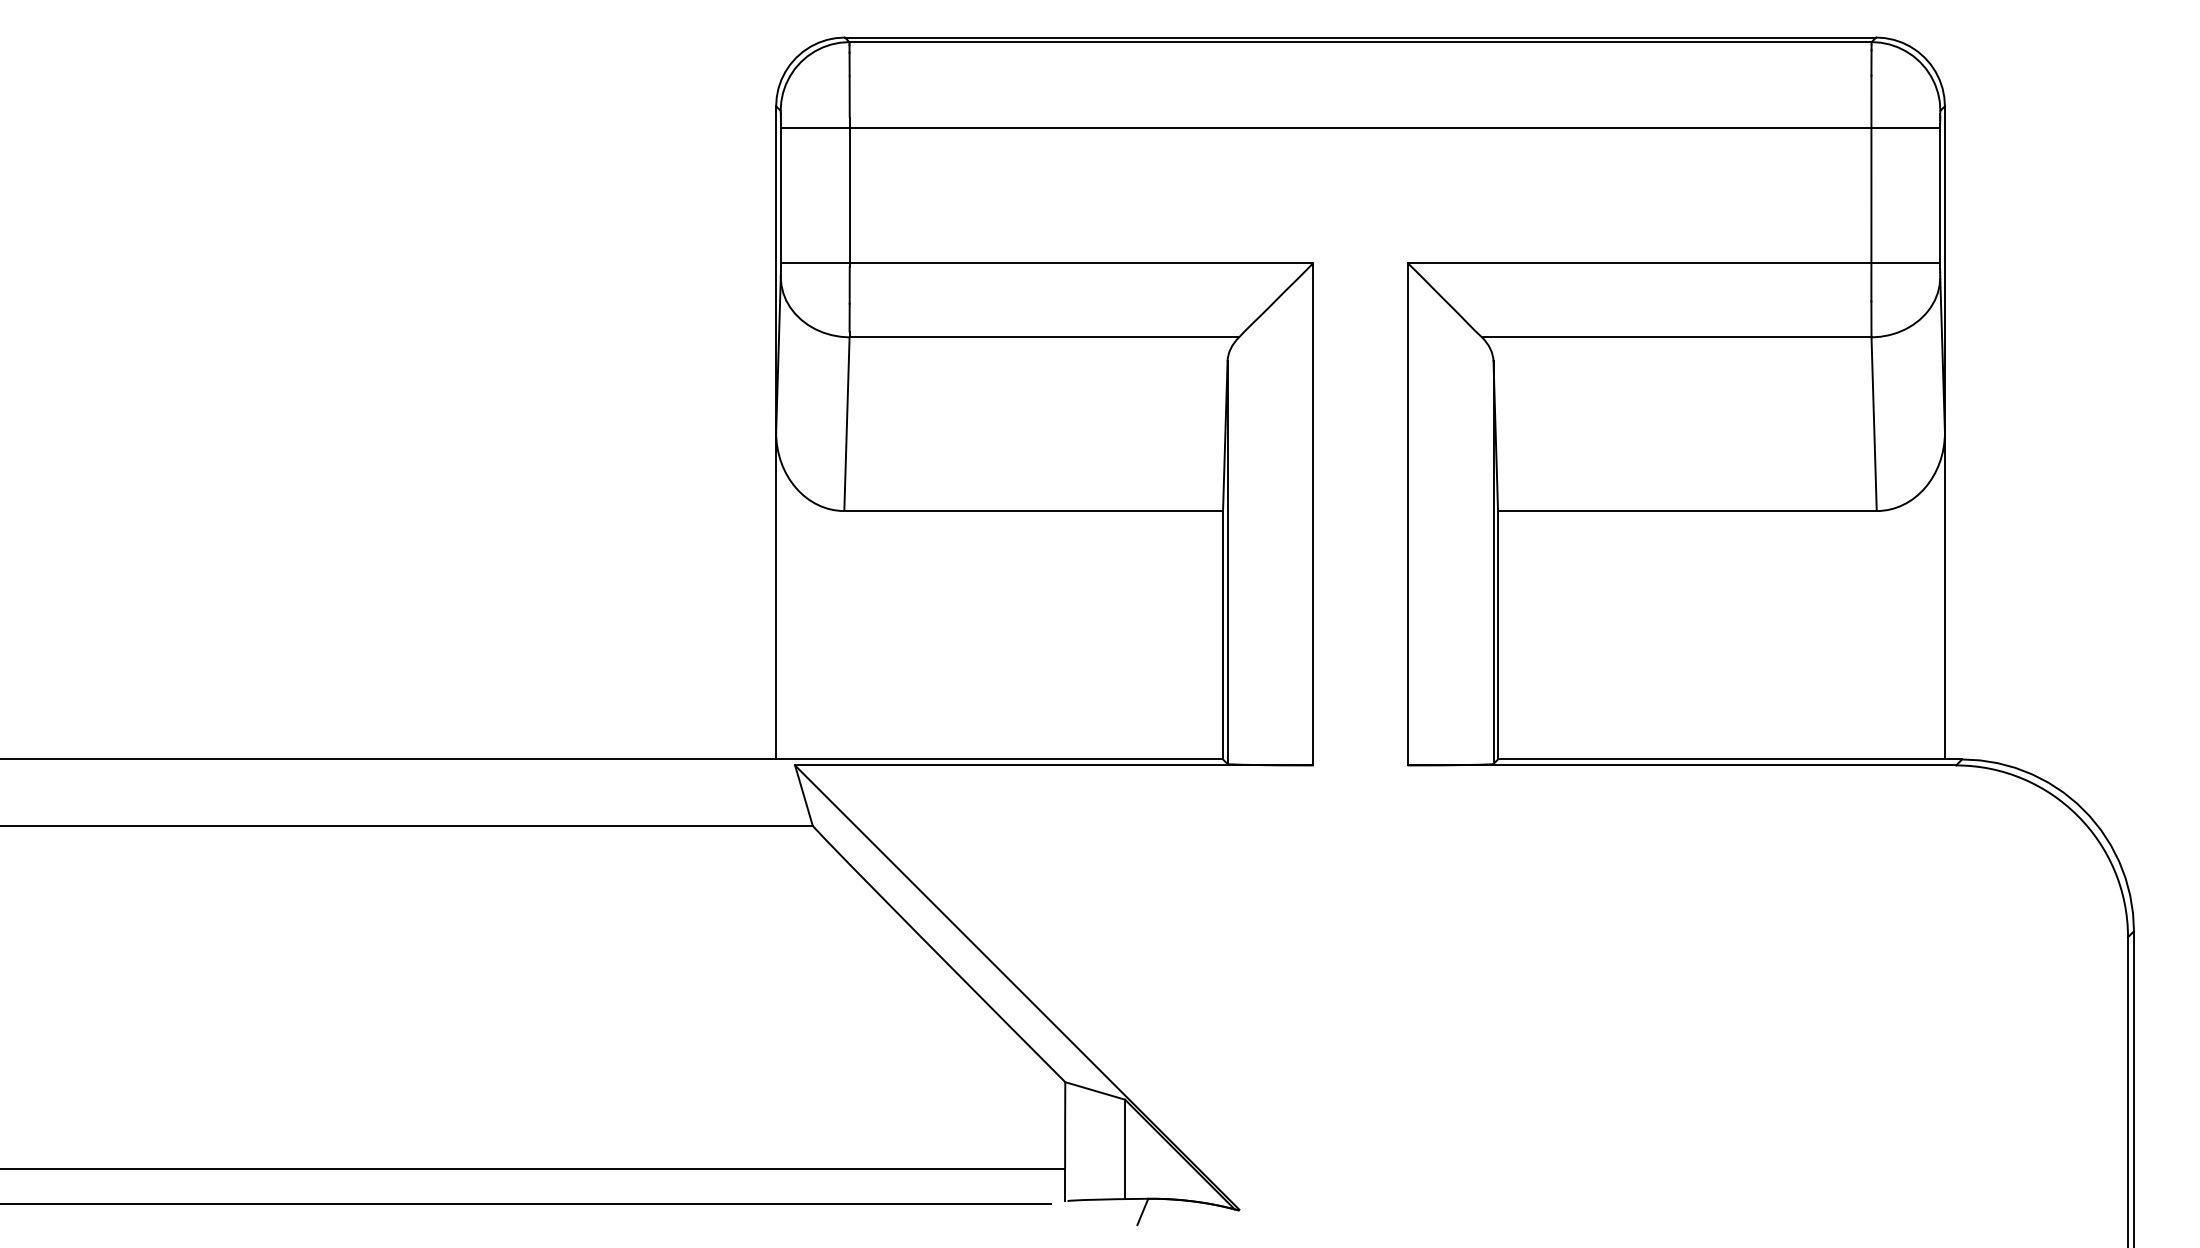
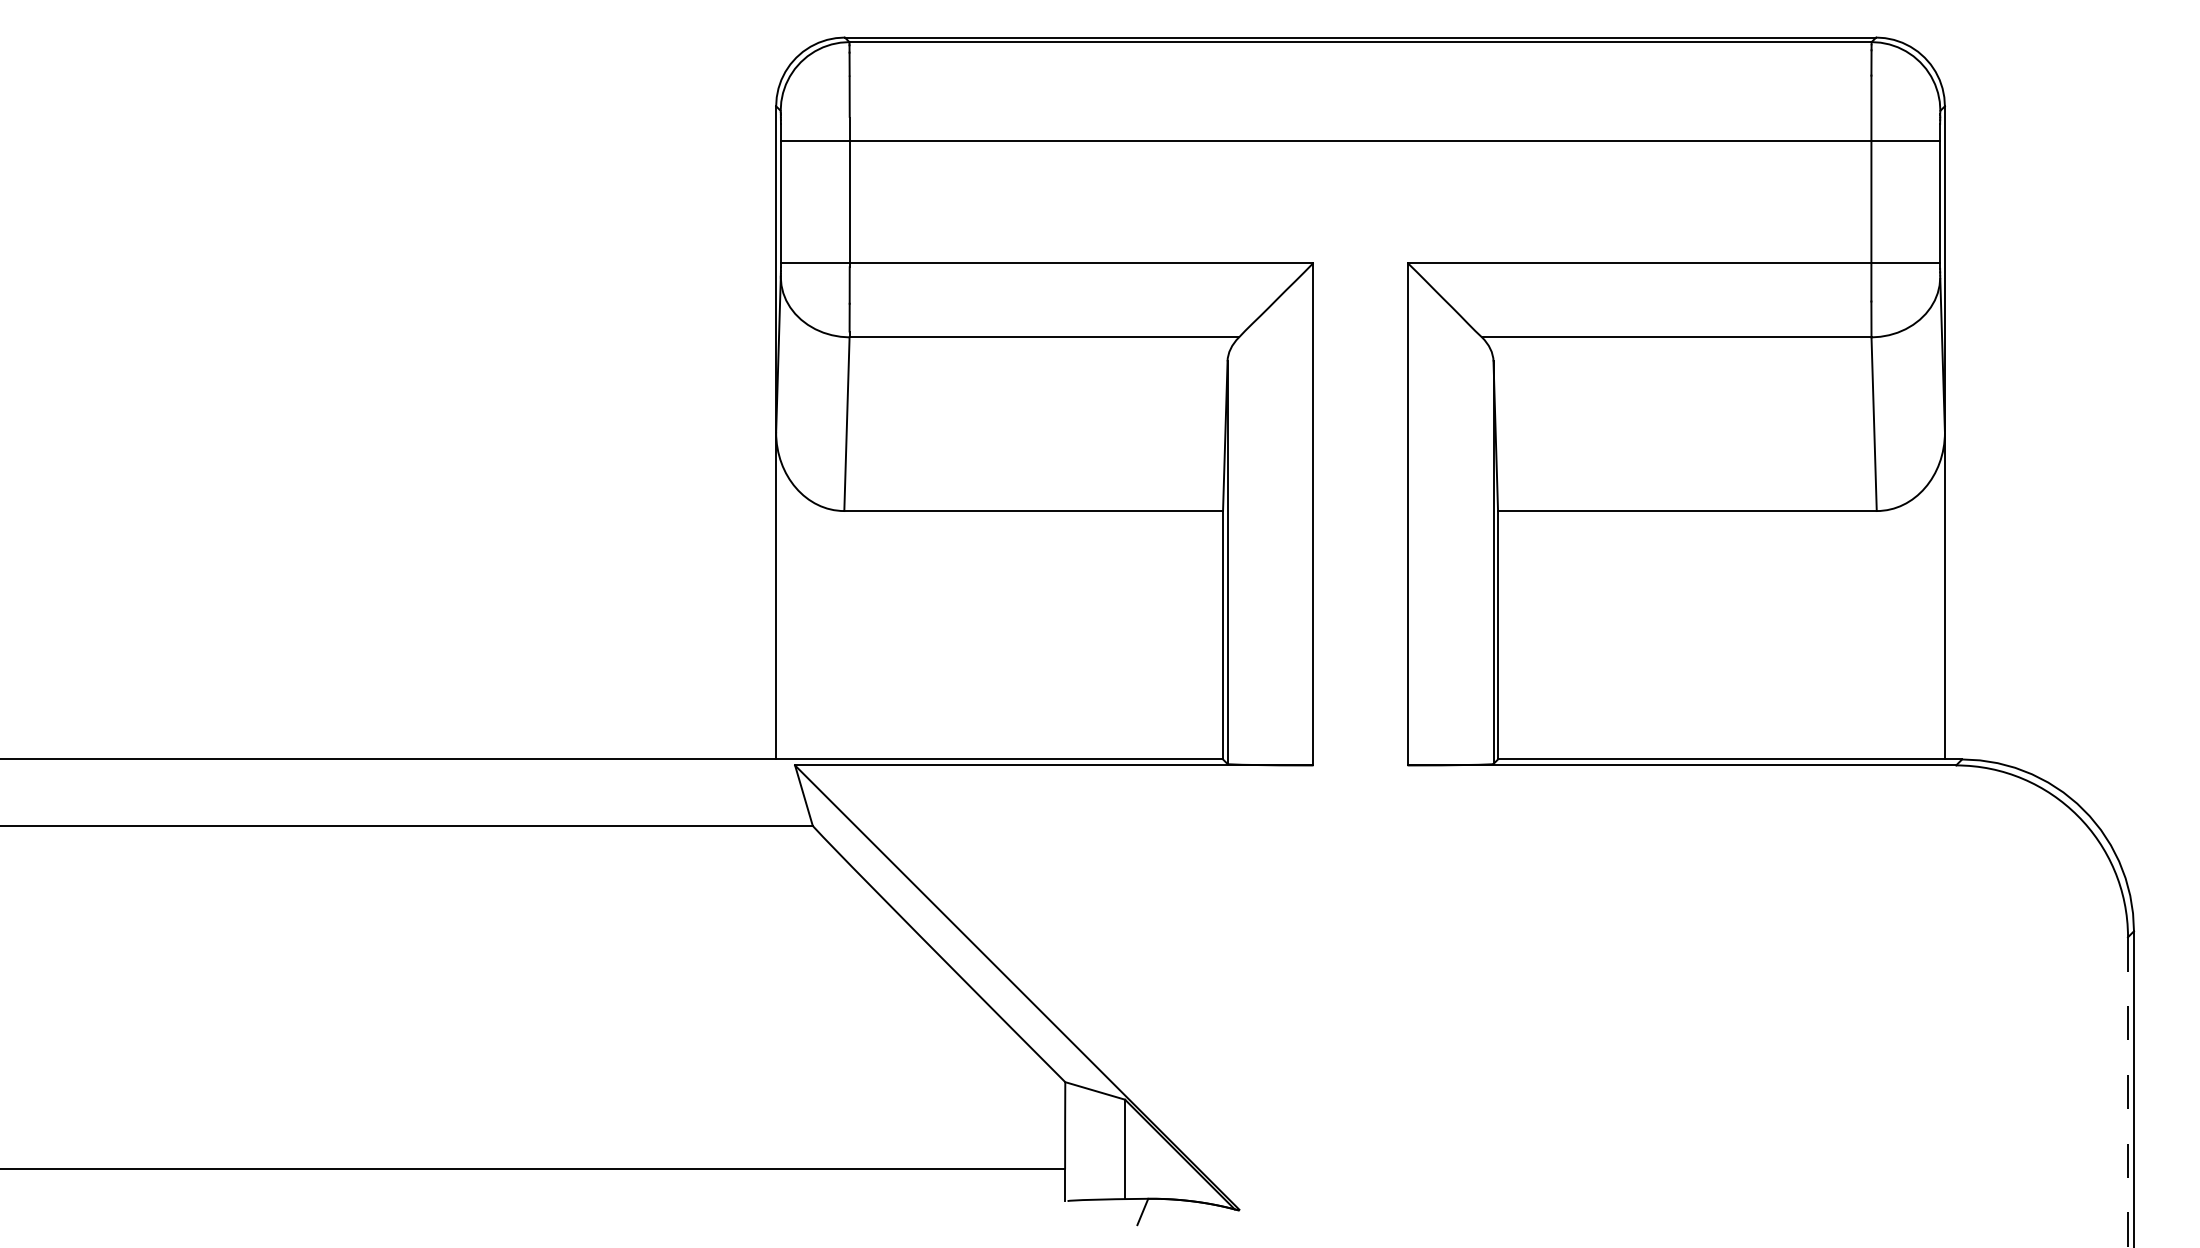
line at (1360, 128) position: (1360, 128) -> (1360, 141)
line at (2127, 1092): solid -> dashed
line at (526, 1204): present -> none
